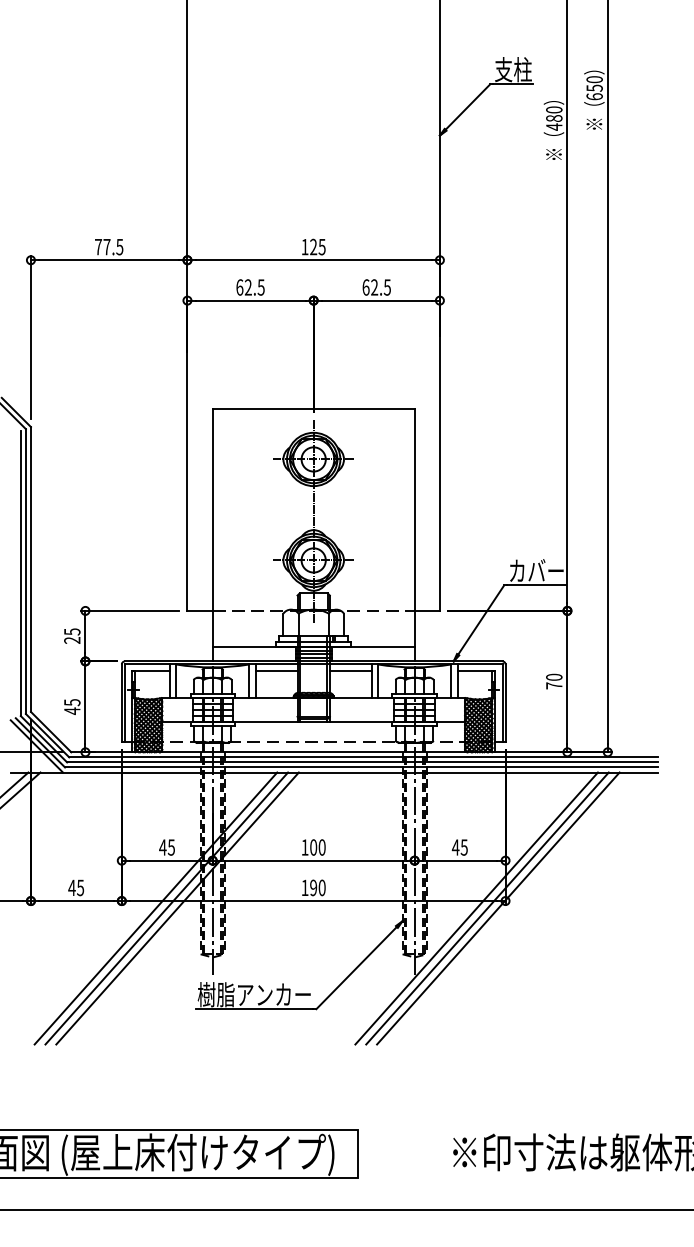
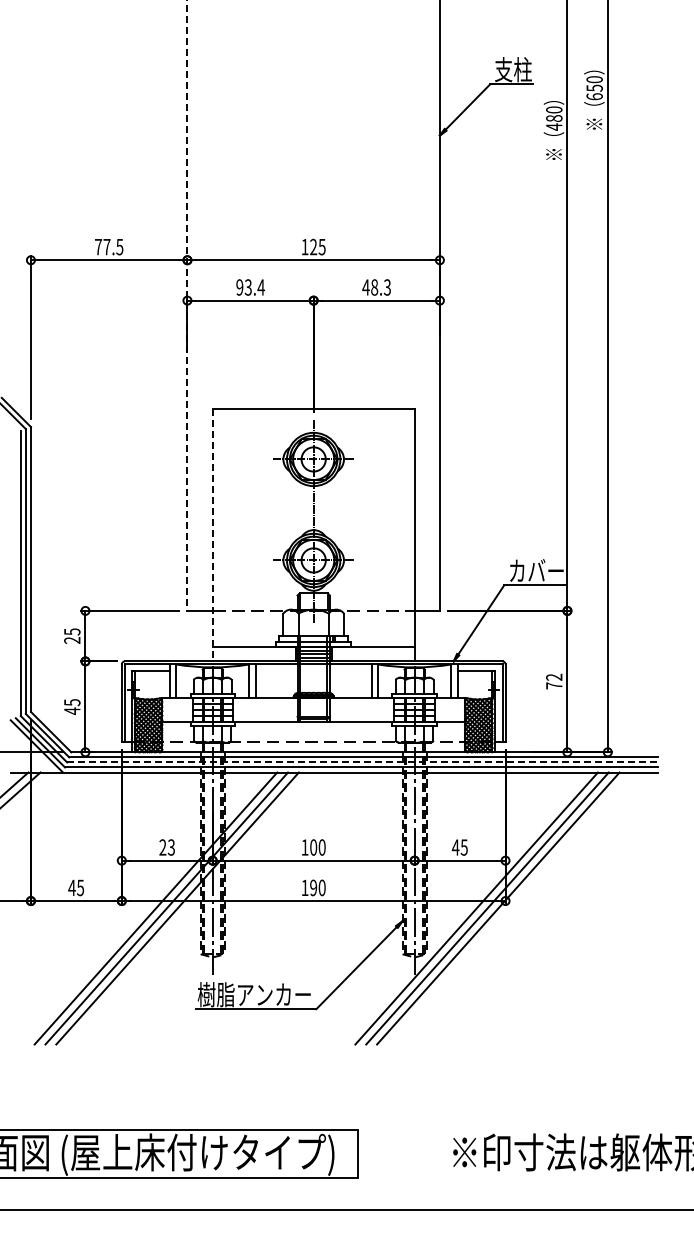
text at (250, 287): 62.5 -> 93.4
text at (376, 287): 62.5 -> 48.3
line at (187, 306): solid -> dashed
line at (212, 535): solid -> dashed
line at (276, 670): present -> none
line at (350, 670): present -> none
text at (554, 676): 70 -> 72
line at (362, 762): solid -> dashed
text at (166, 847): 45 -> 23
